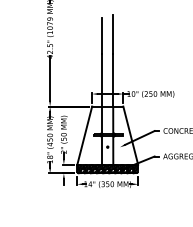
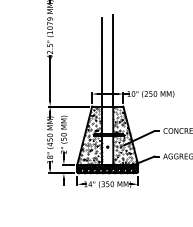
hatch at (90, 134): none -> present
hatch at (124, 135): none -> present
